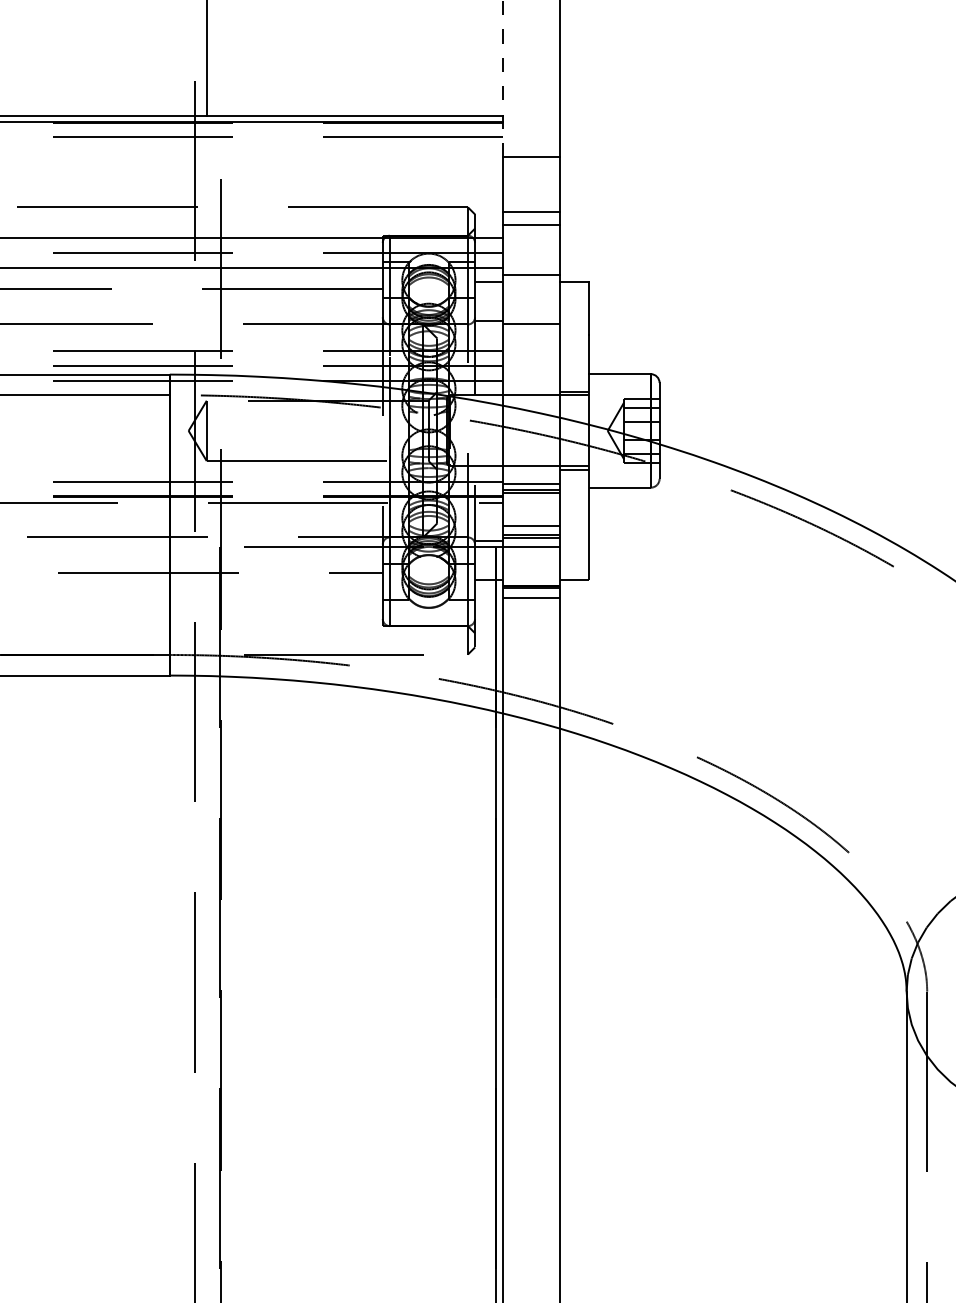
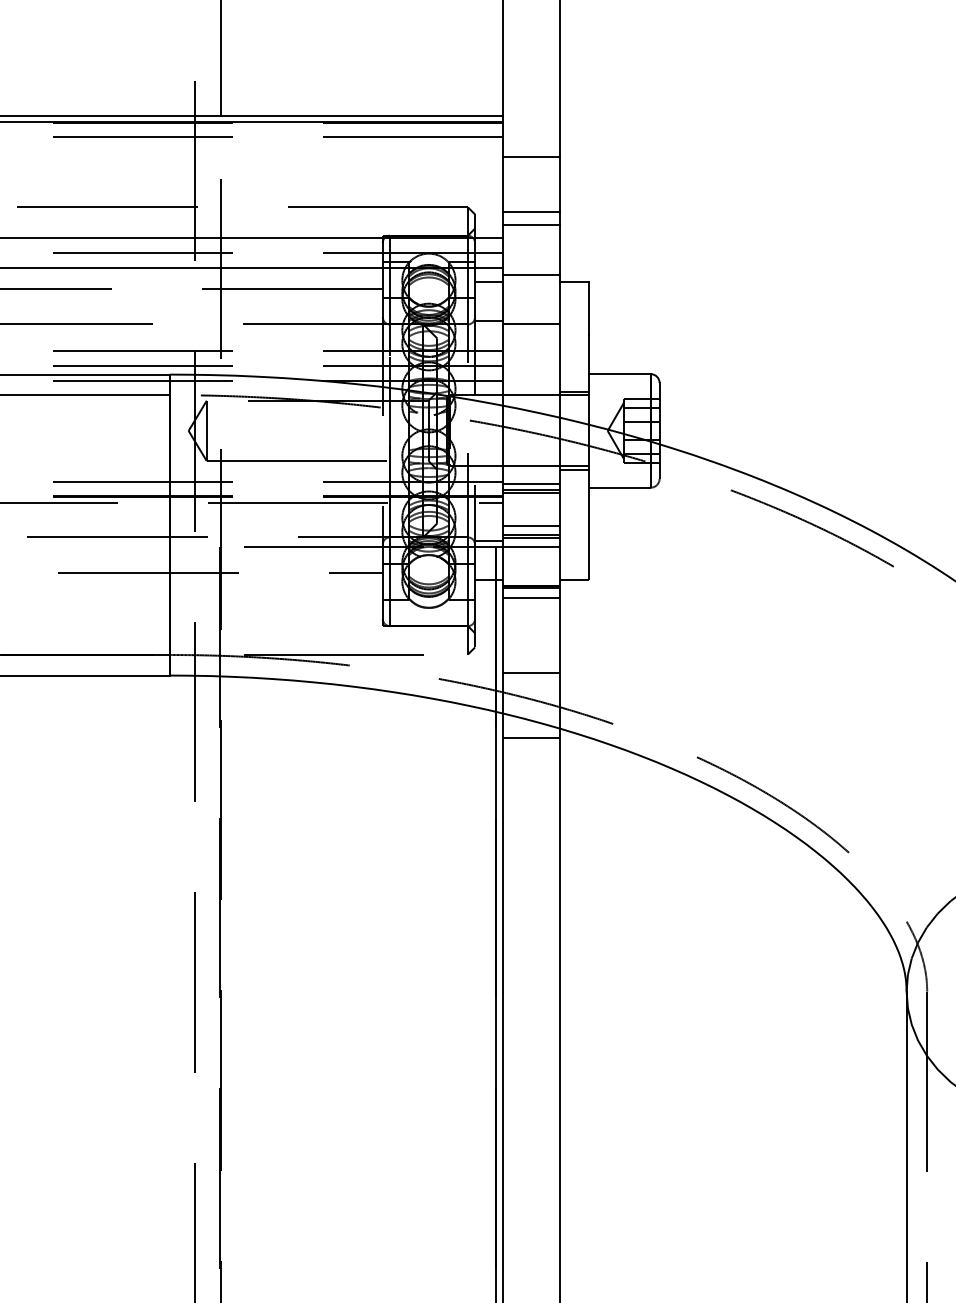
line at (206, 59) position: (206, 59) -> (220, 59)
line at (503, 78): dashed -> solid
line at (531, 673): none -> present
line at (531, 737): none -> present
